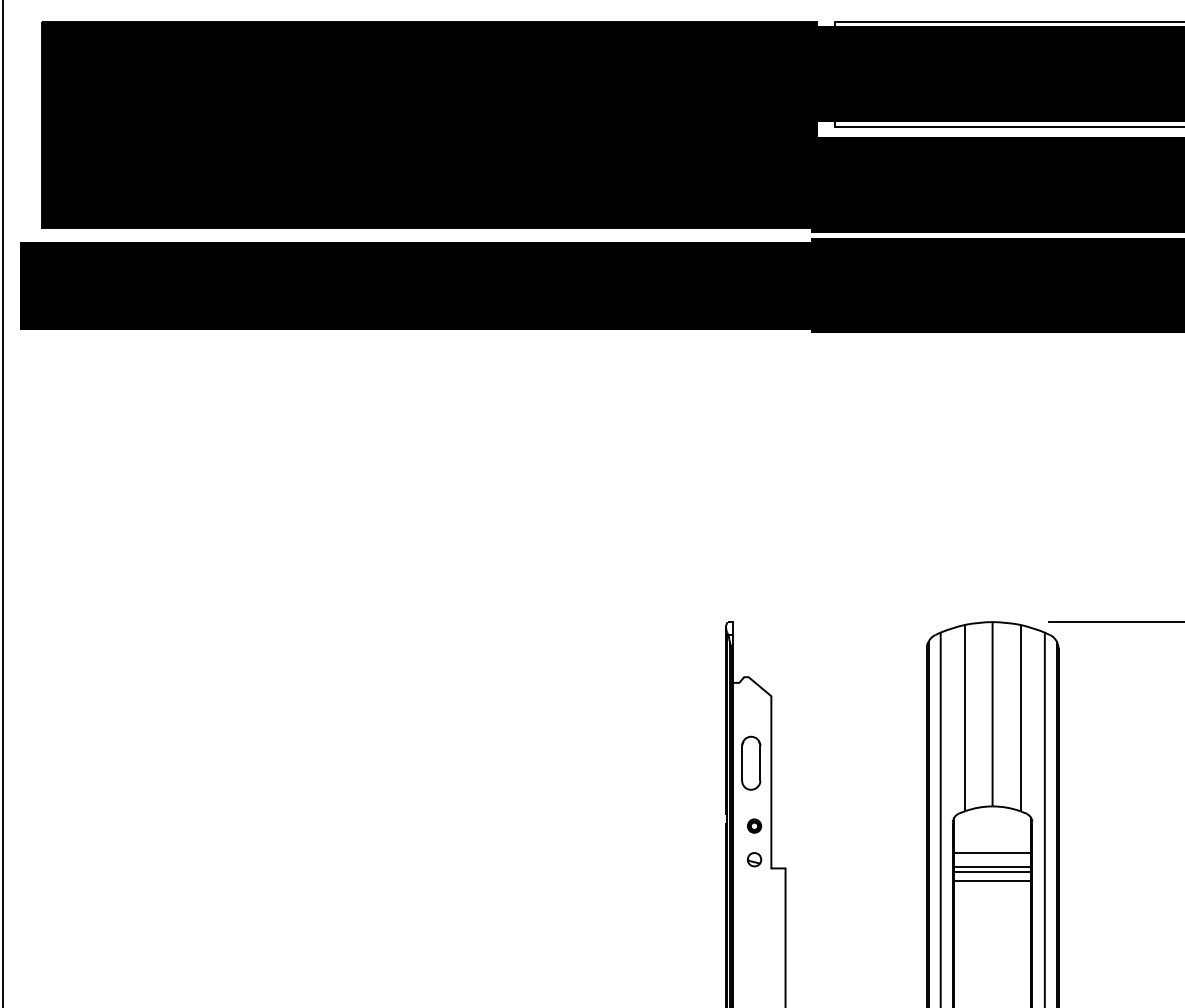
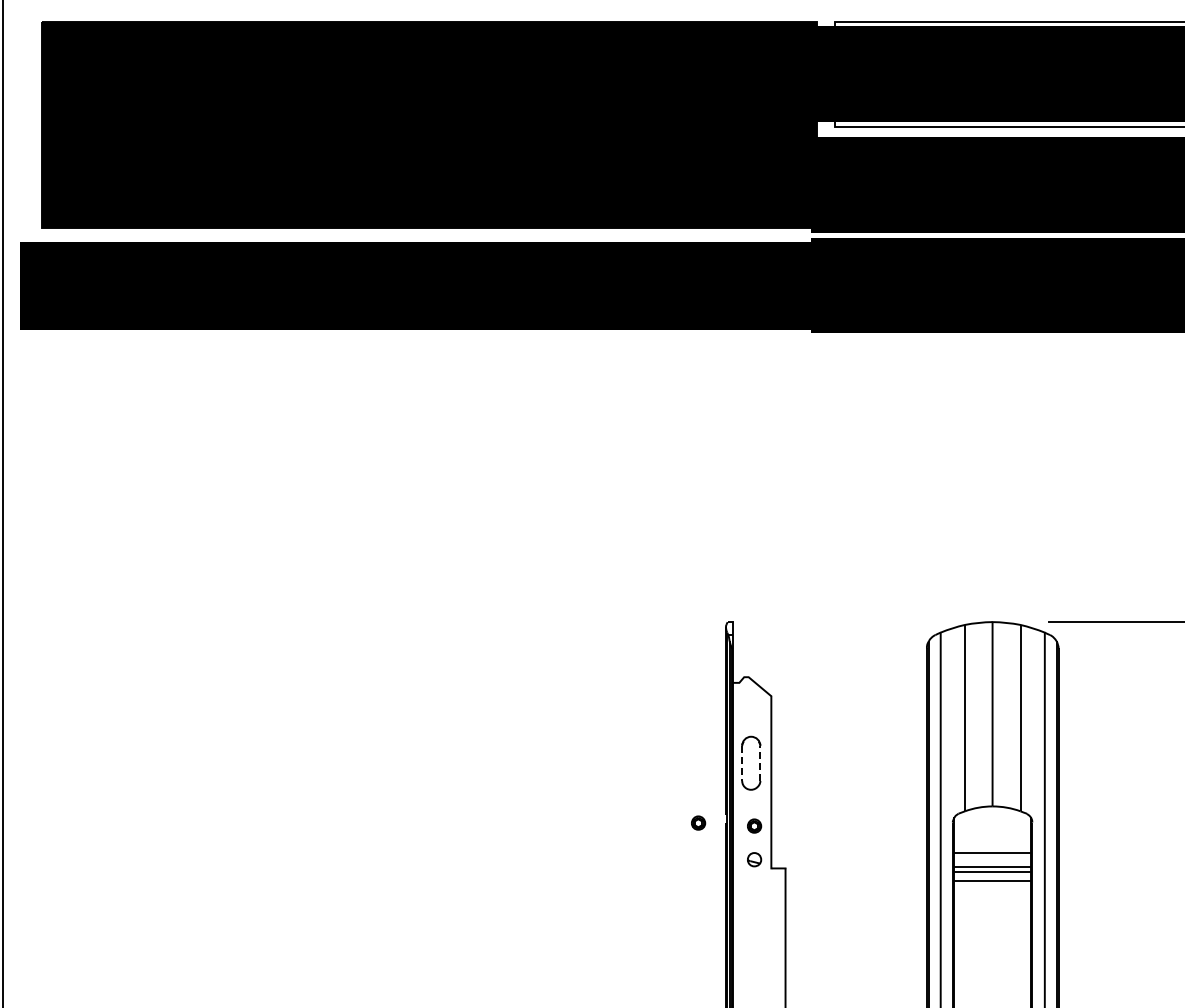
line at (742, 763): solid -> dashed
line at (760, 763): solid -> dashed
part at (698, 822): none -> present
